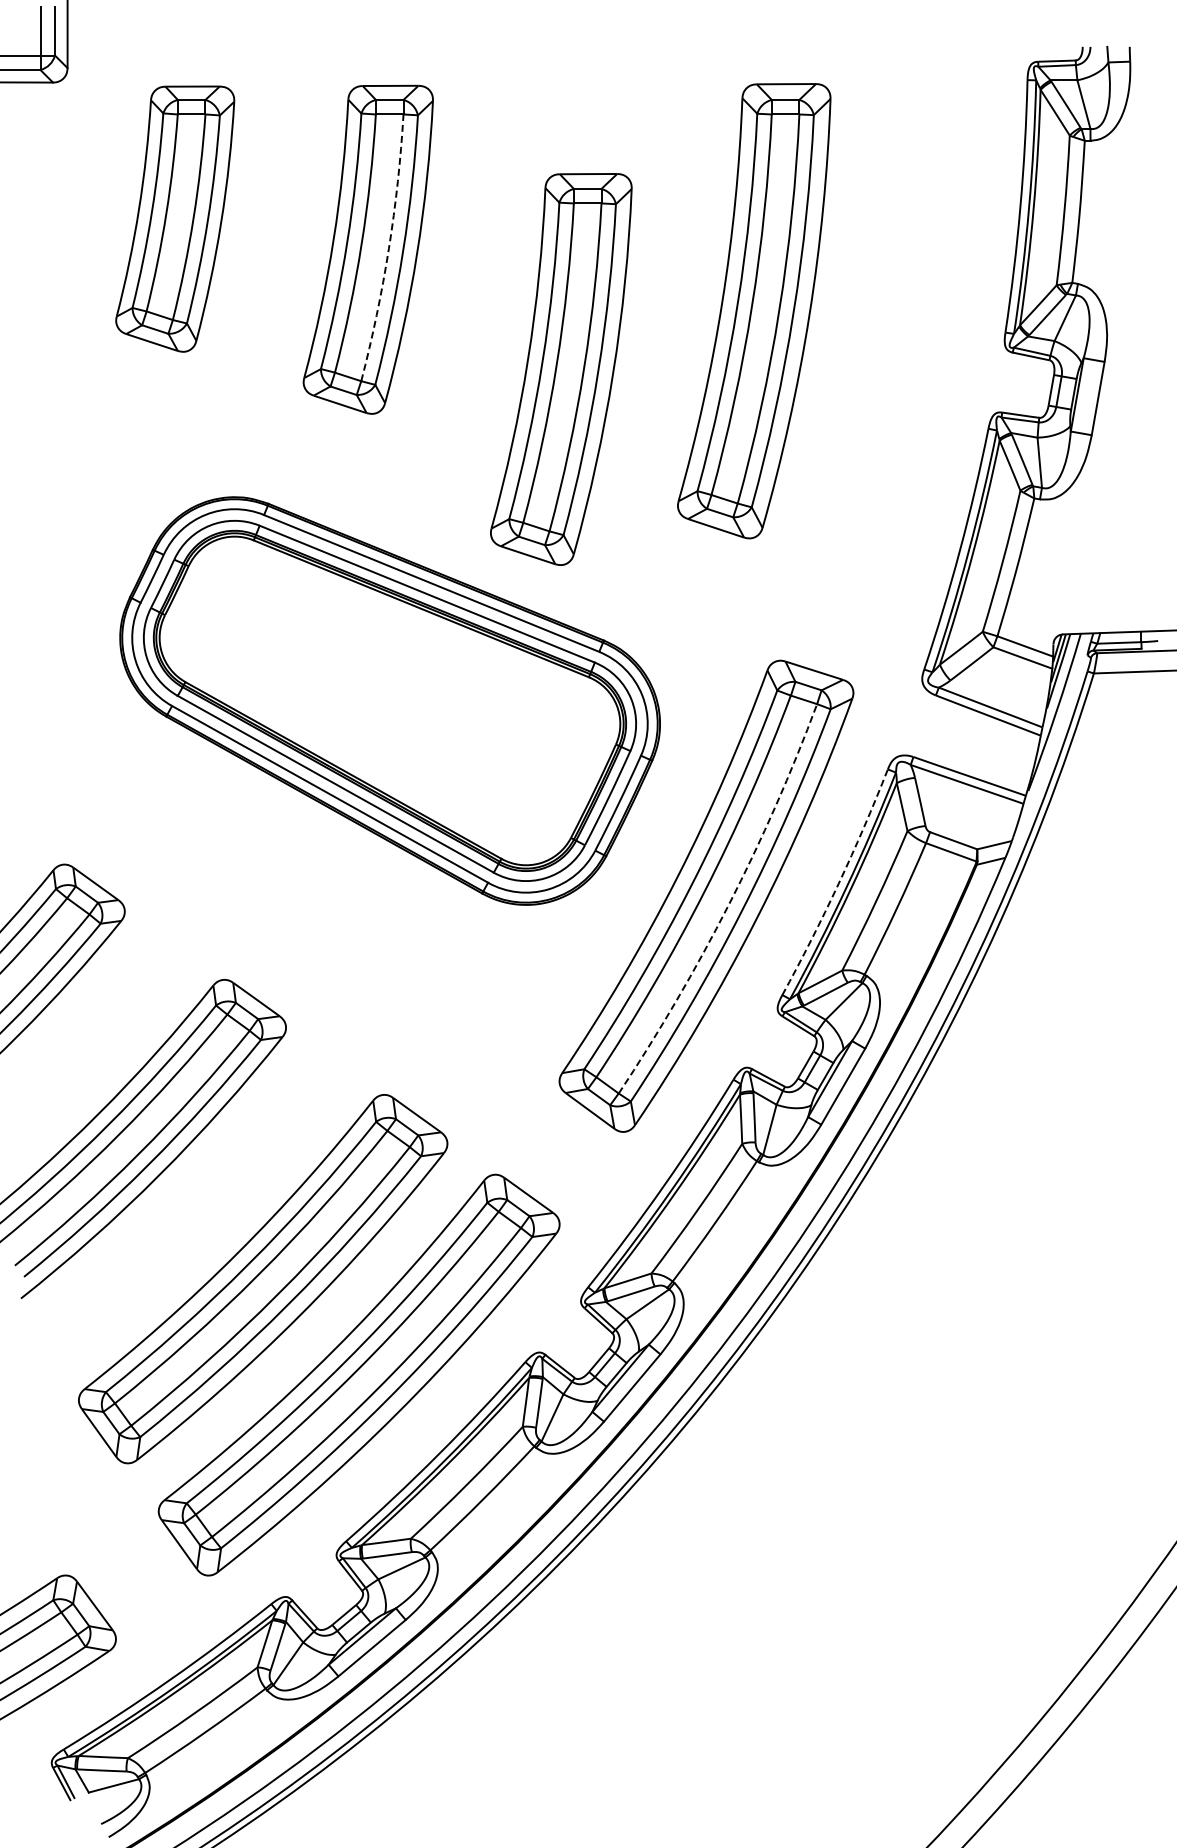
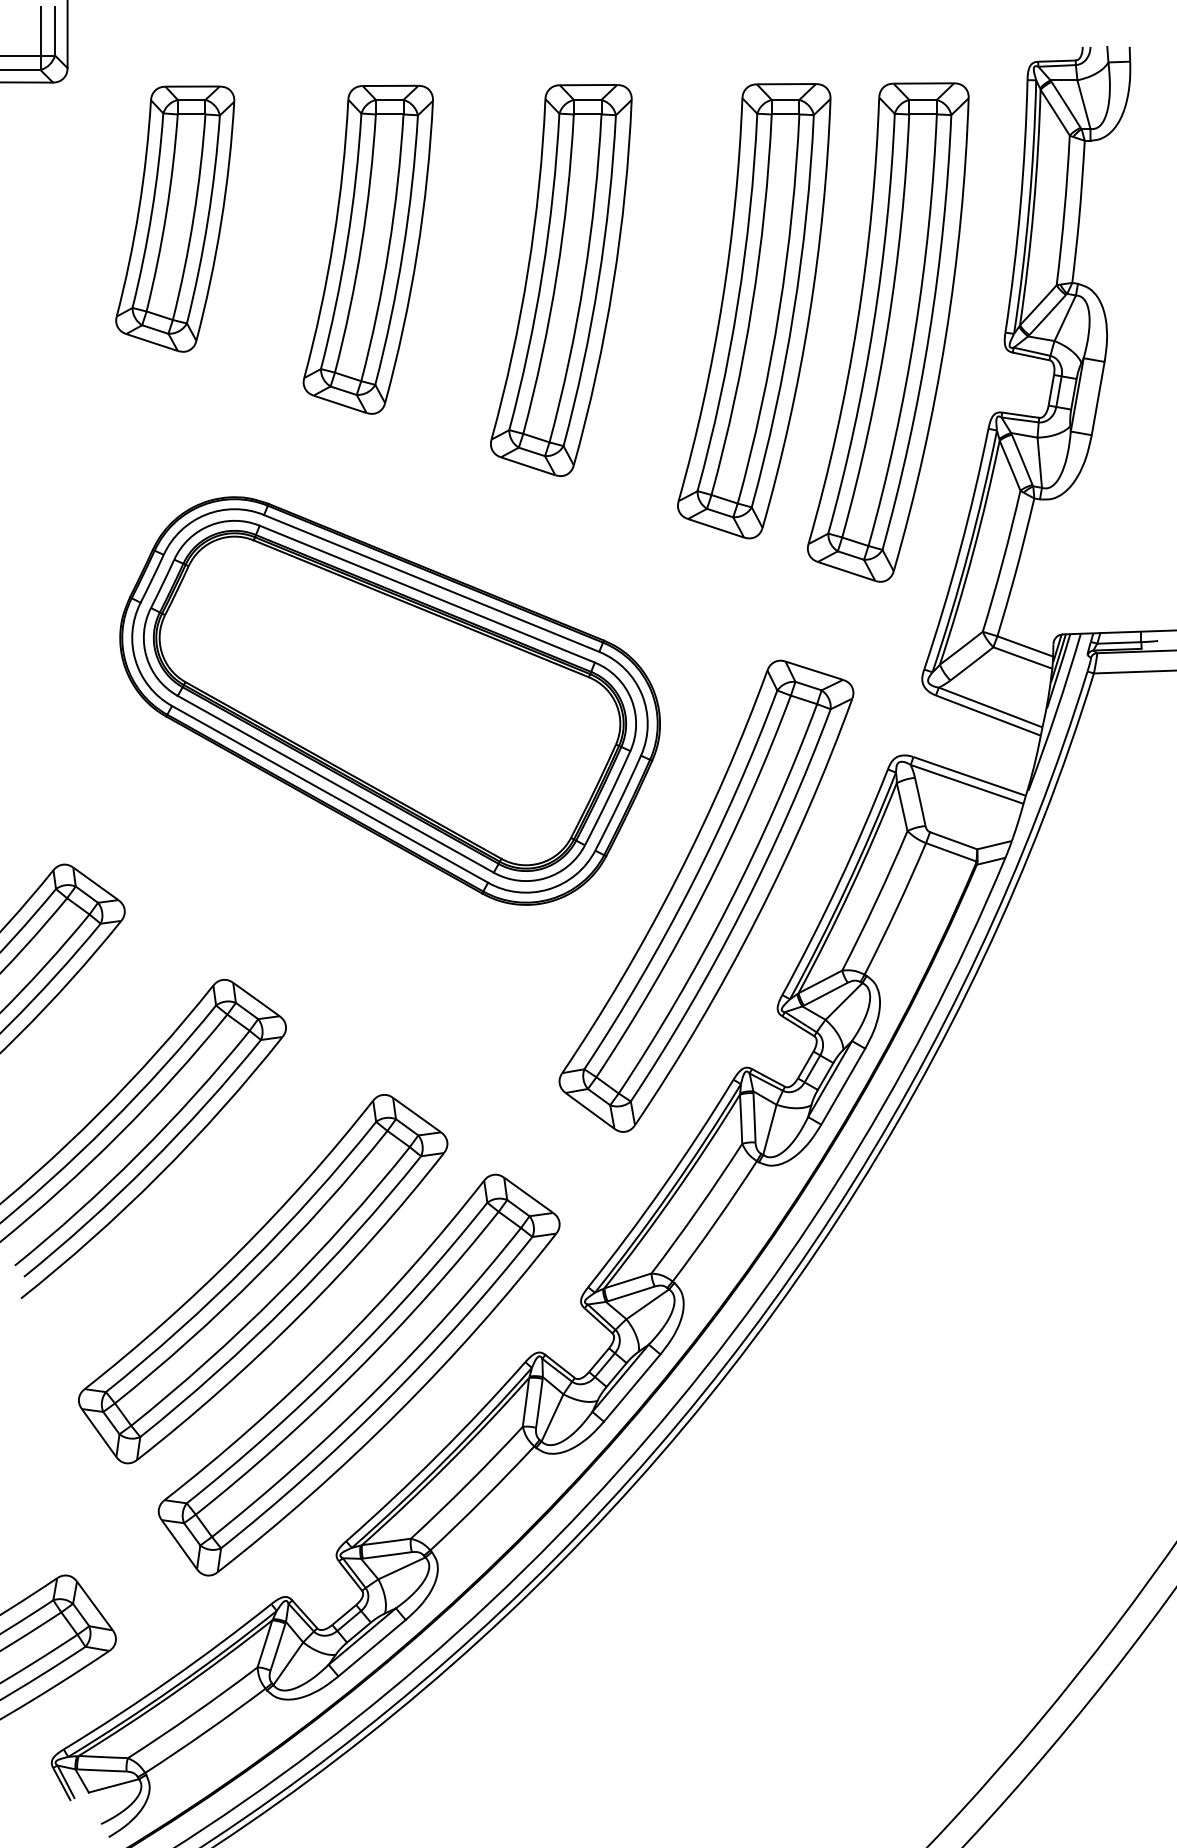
arc at (388, 248): dashed -> solid
part at (888, 332): none -> present
part at (561, 369) position: (561, 369) -> (561, 280)
arc at (838, 883): dashed -> solid
arc at (729, 904): dashed -> solid
